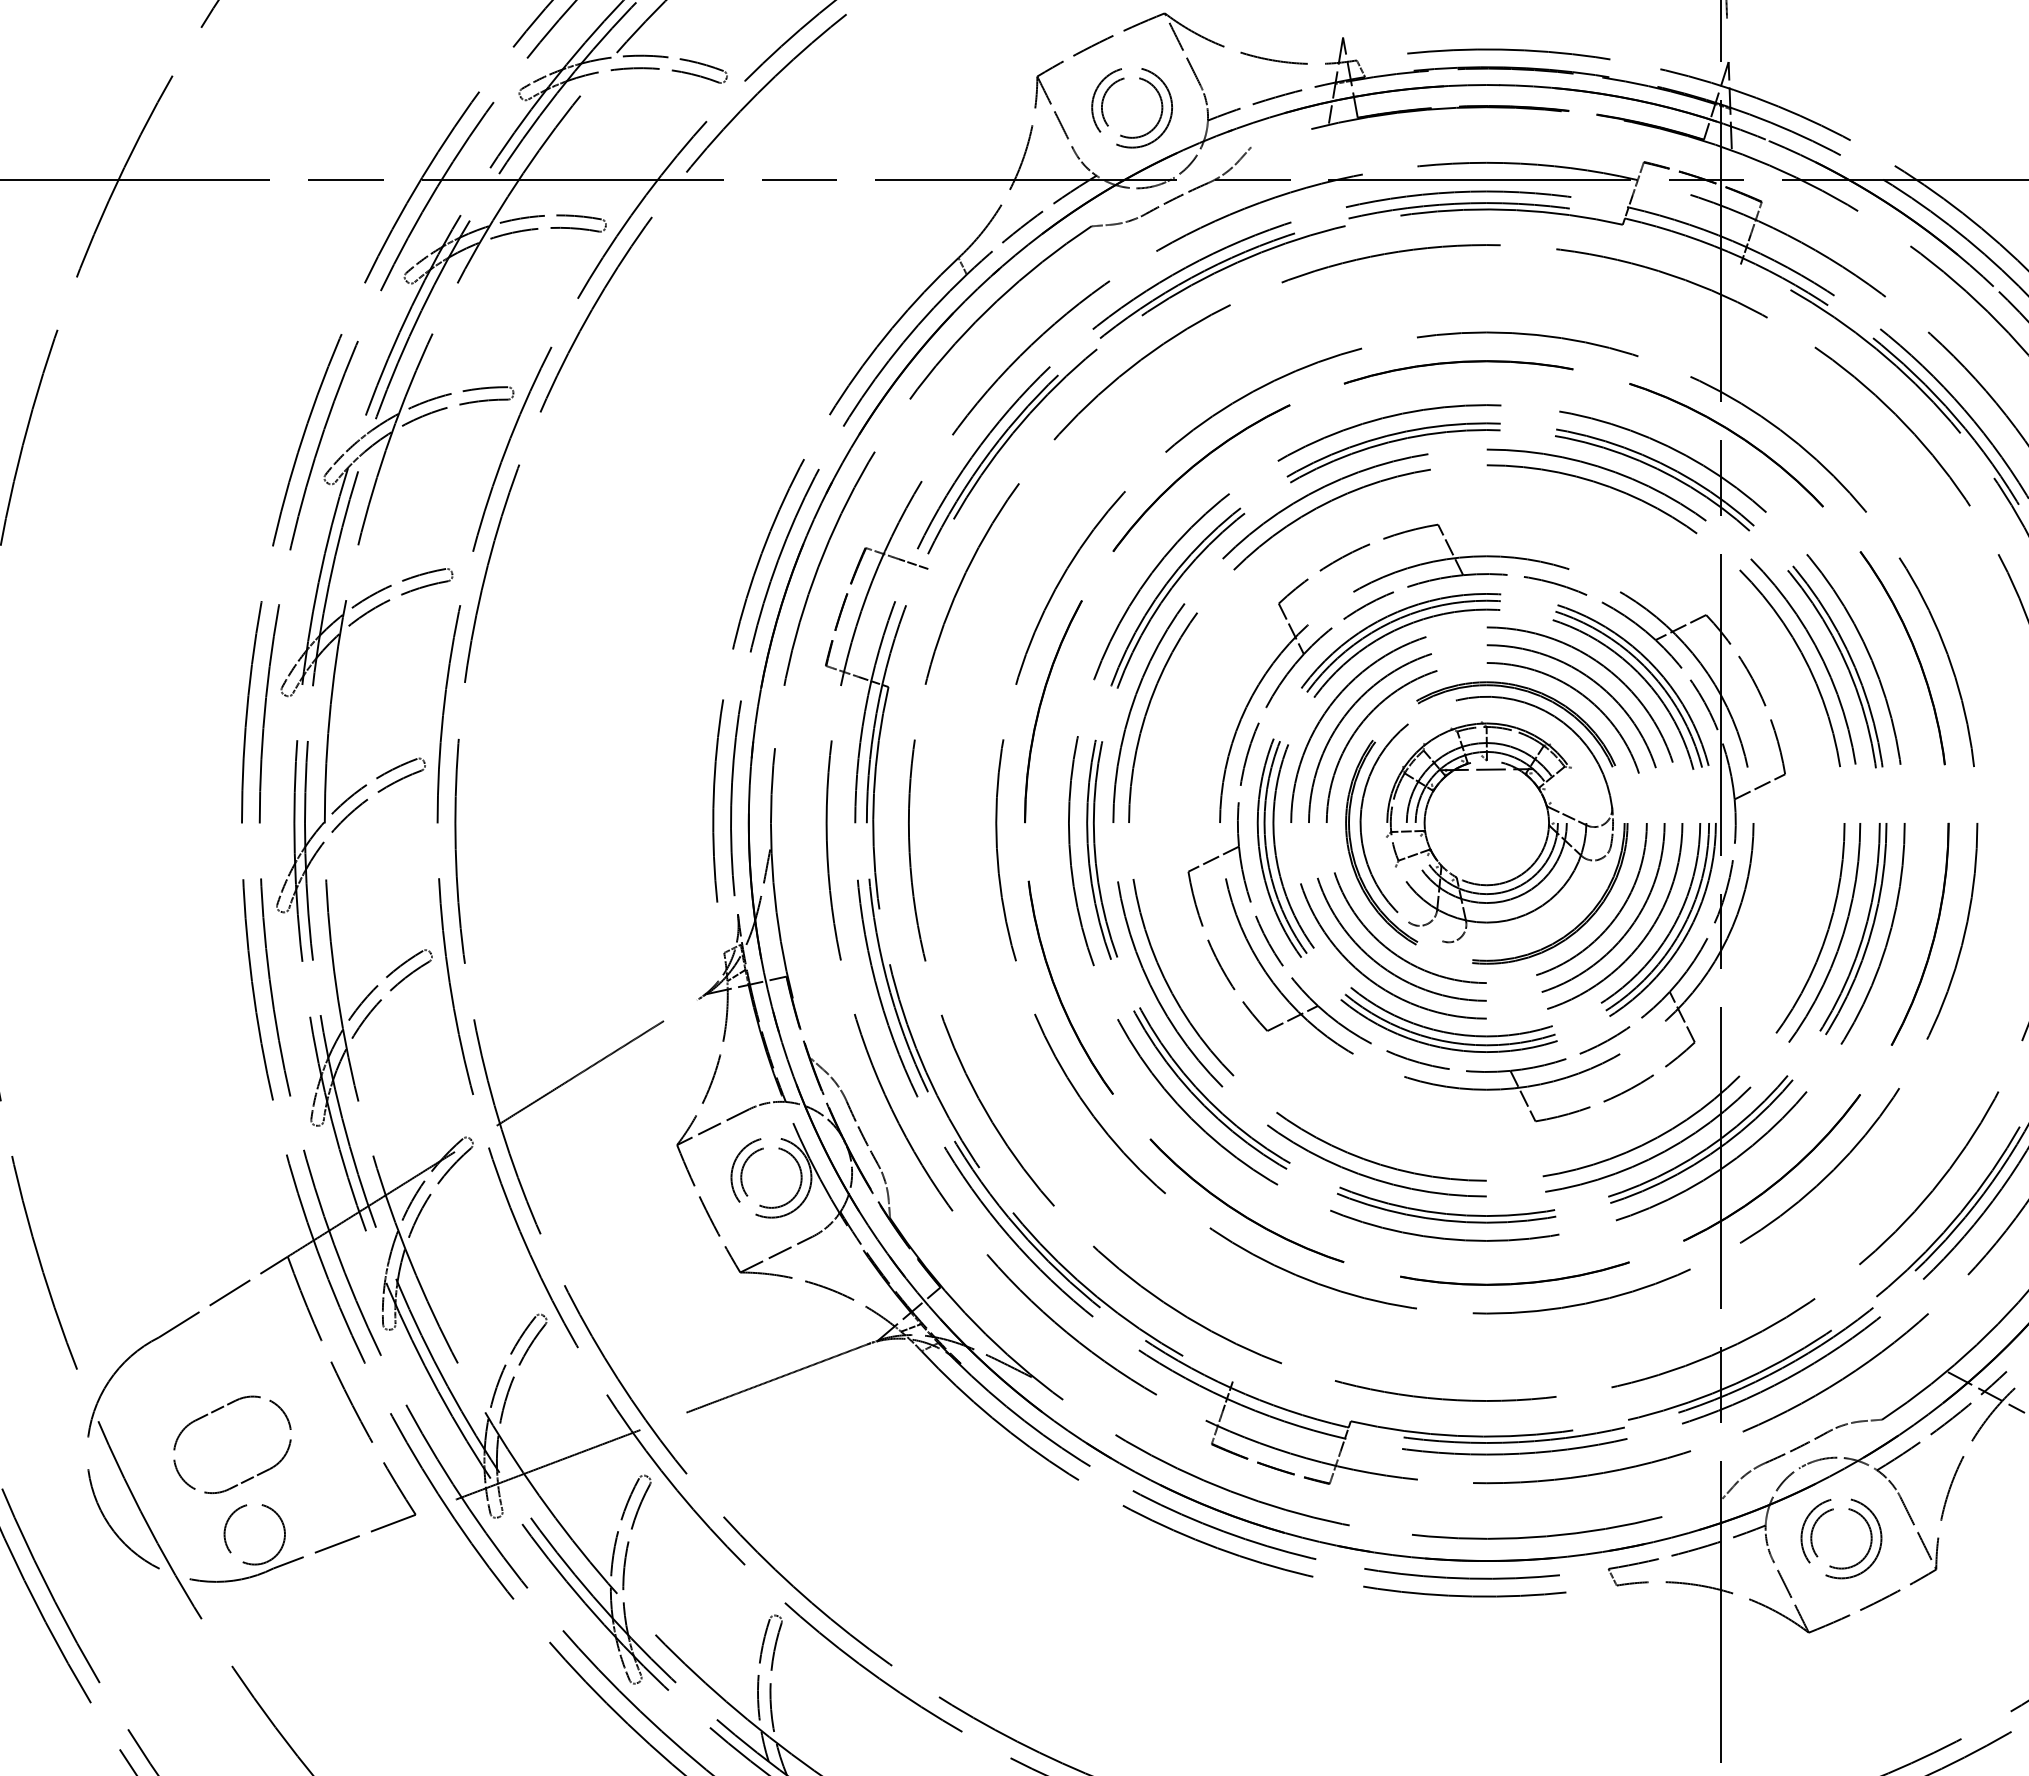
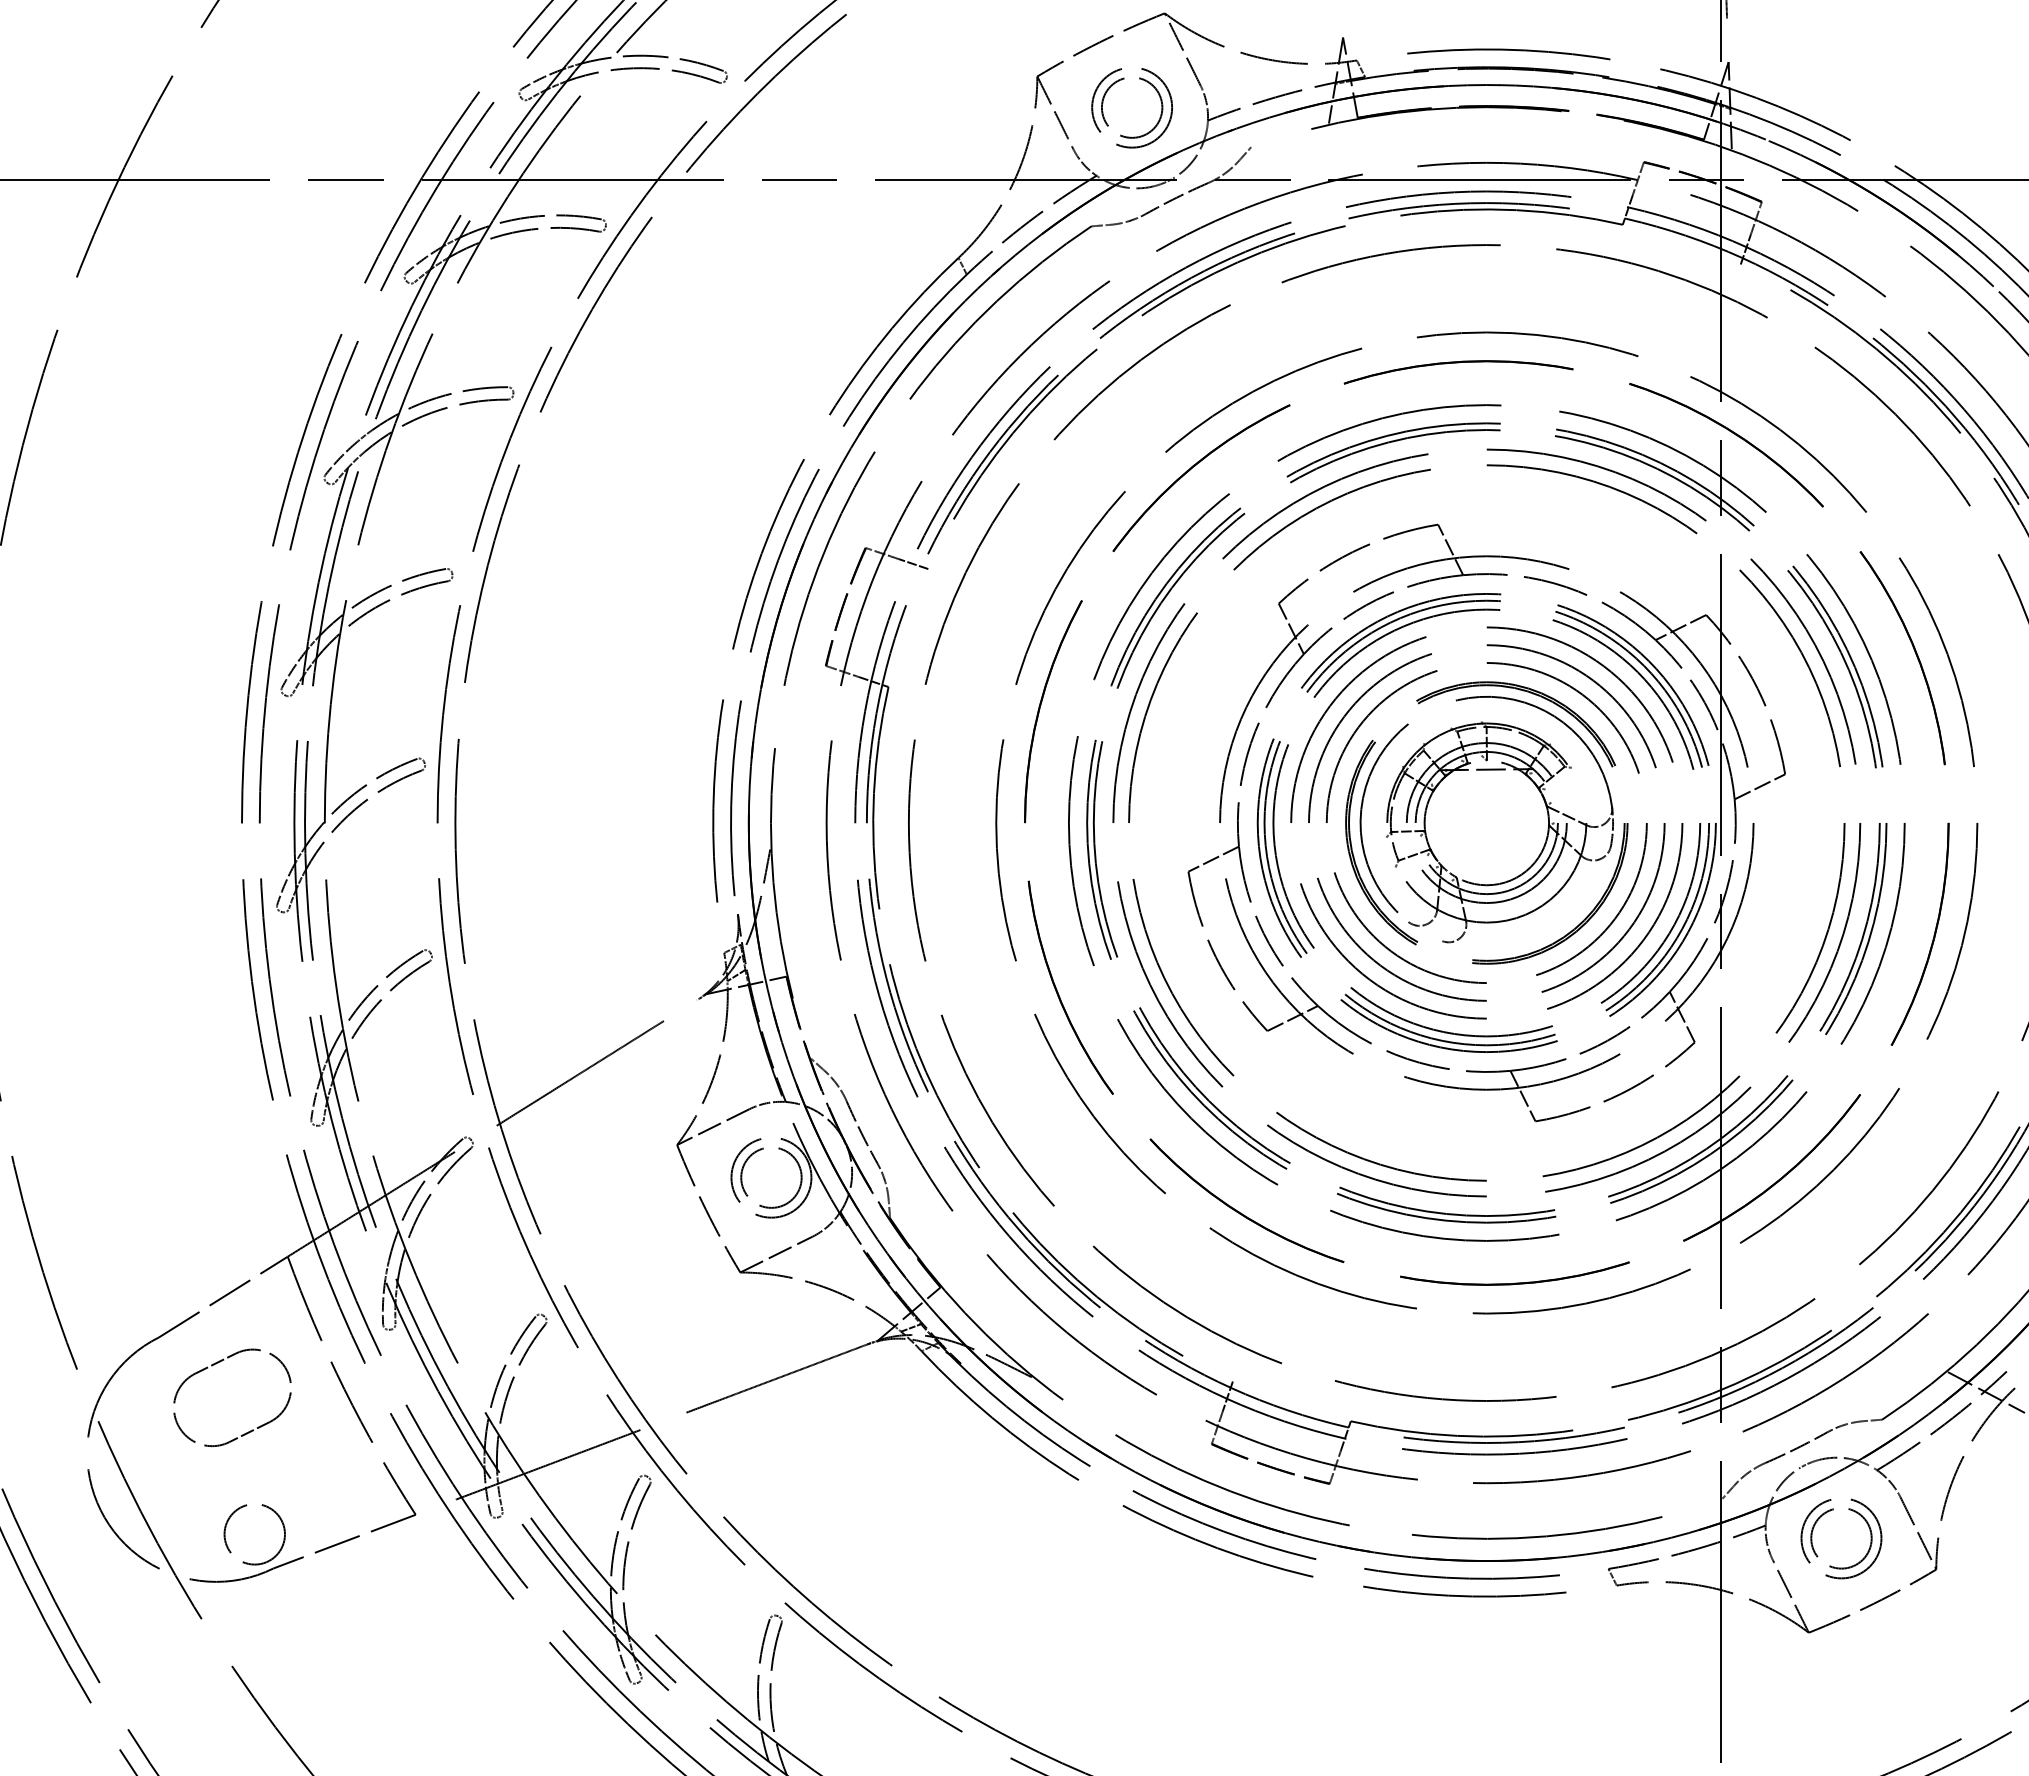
part at (216, 1411) position: (216, 1411) -> (216, 1364)
